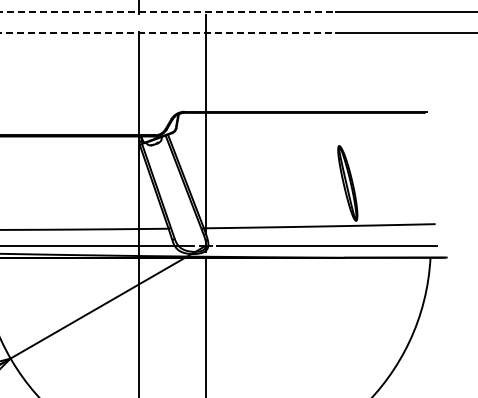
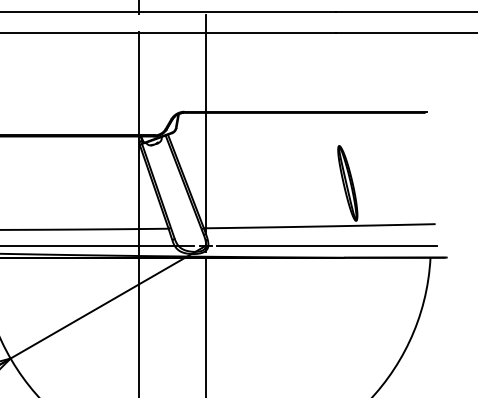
line at (168, 11): dashed -> solid
line at (168, 32): dashed -> solid
